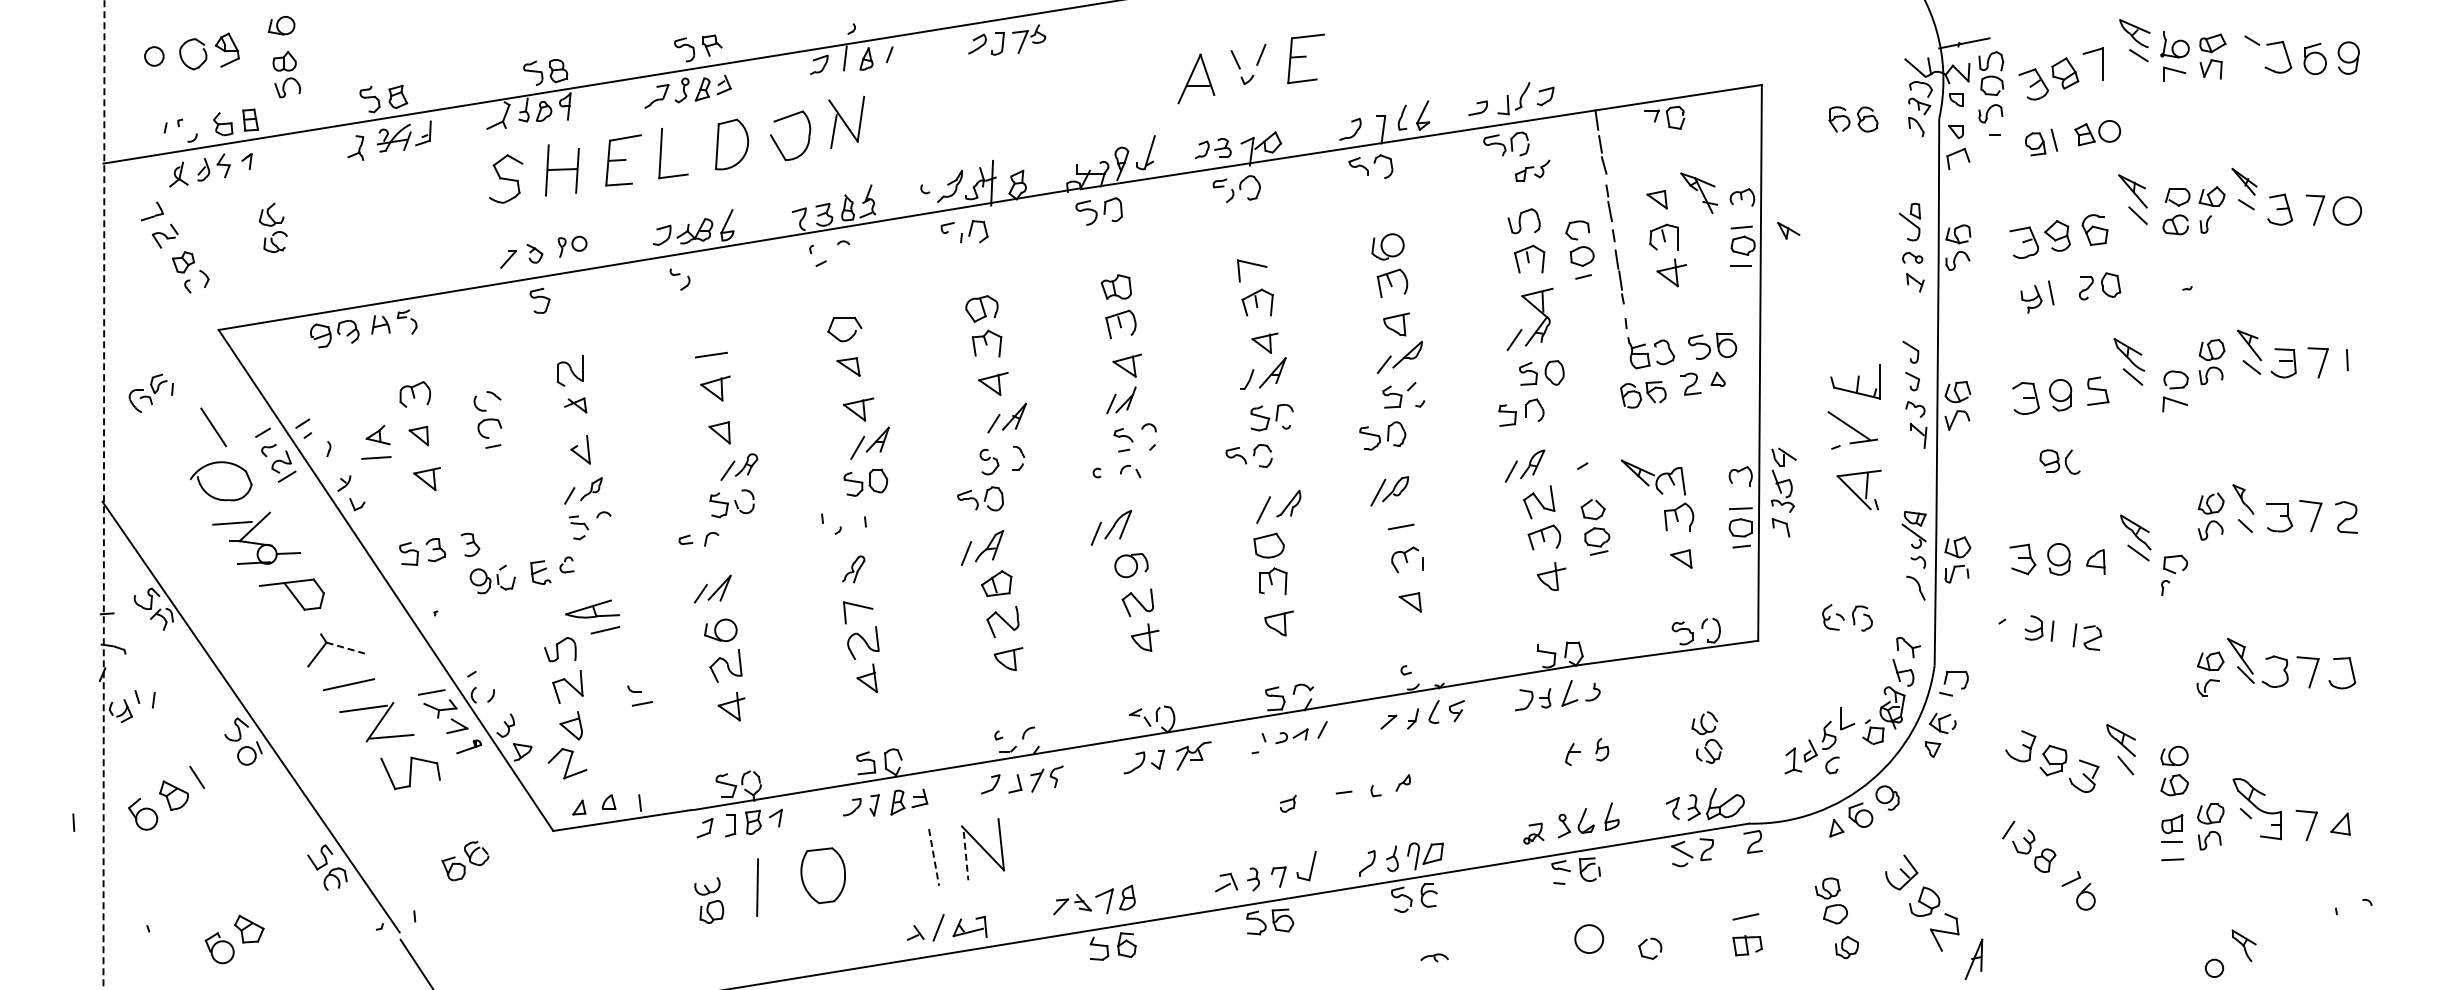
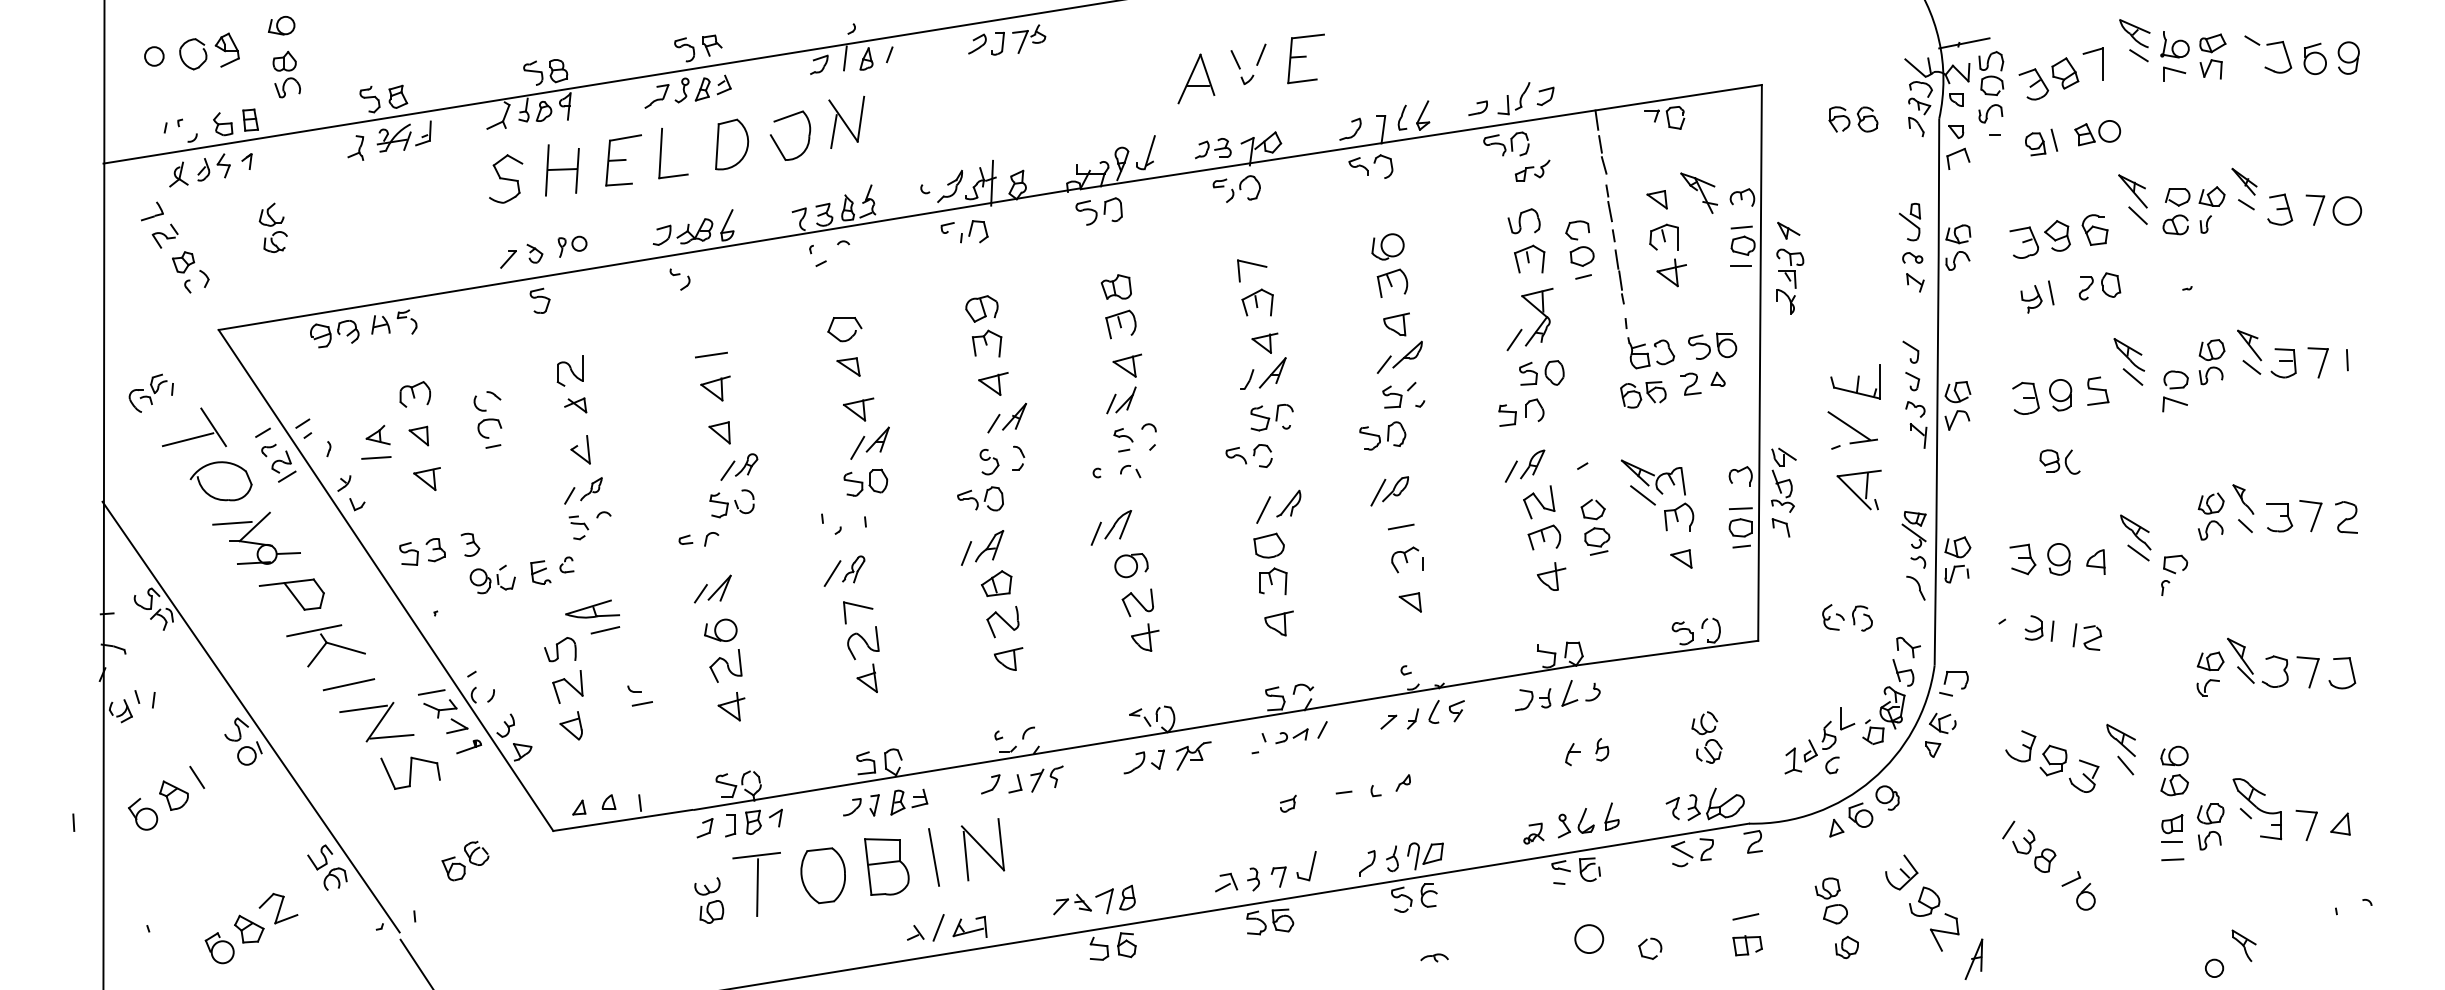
part at (1790, 281): none -> present
line at (187, 439): none -> present
line at (103, 494): dashed -> solid
line at (1642, 495): none -> present
line at (832, 573): none -> present
line at (314, 630): none -> present
line at (345, 648): dashed -> solid
part at (567, 763) position: (567, 763) -> (278, 908)
line at (756, 855): none -> present
line at (966, 856): dashed -> solid
line at (934, 857): dashed -> solid
part at (886, 866): none -> present
